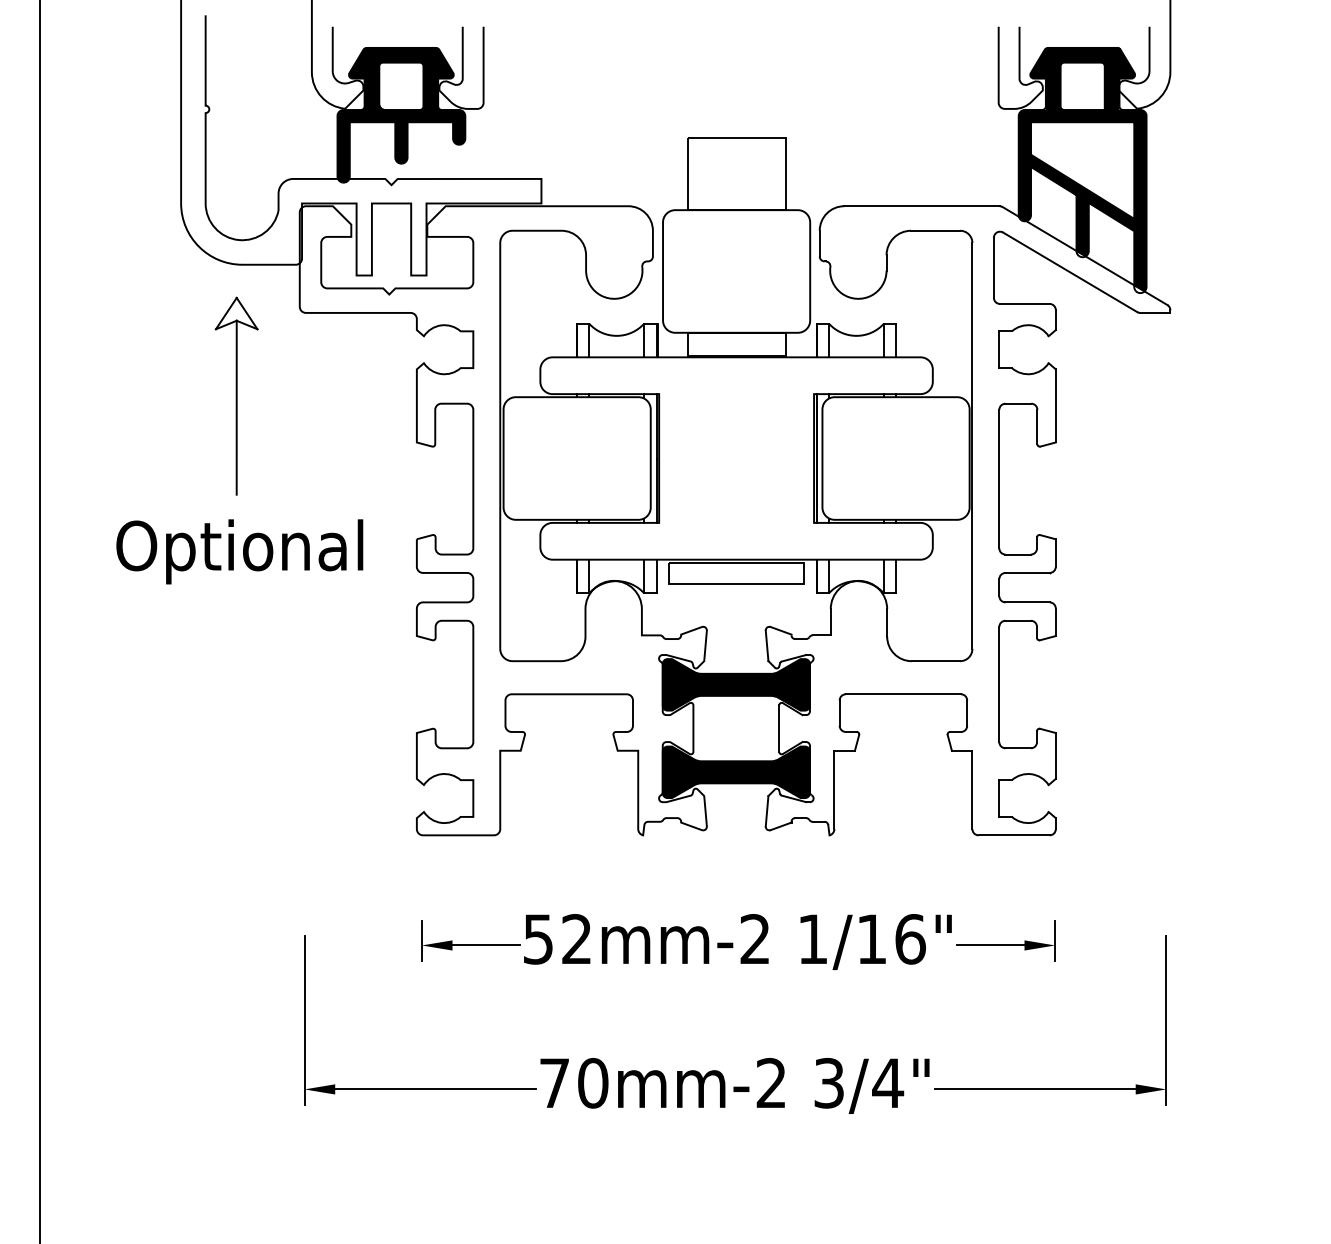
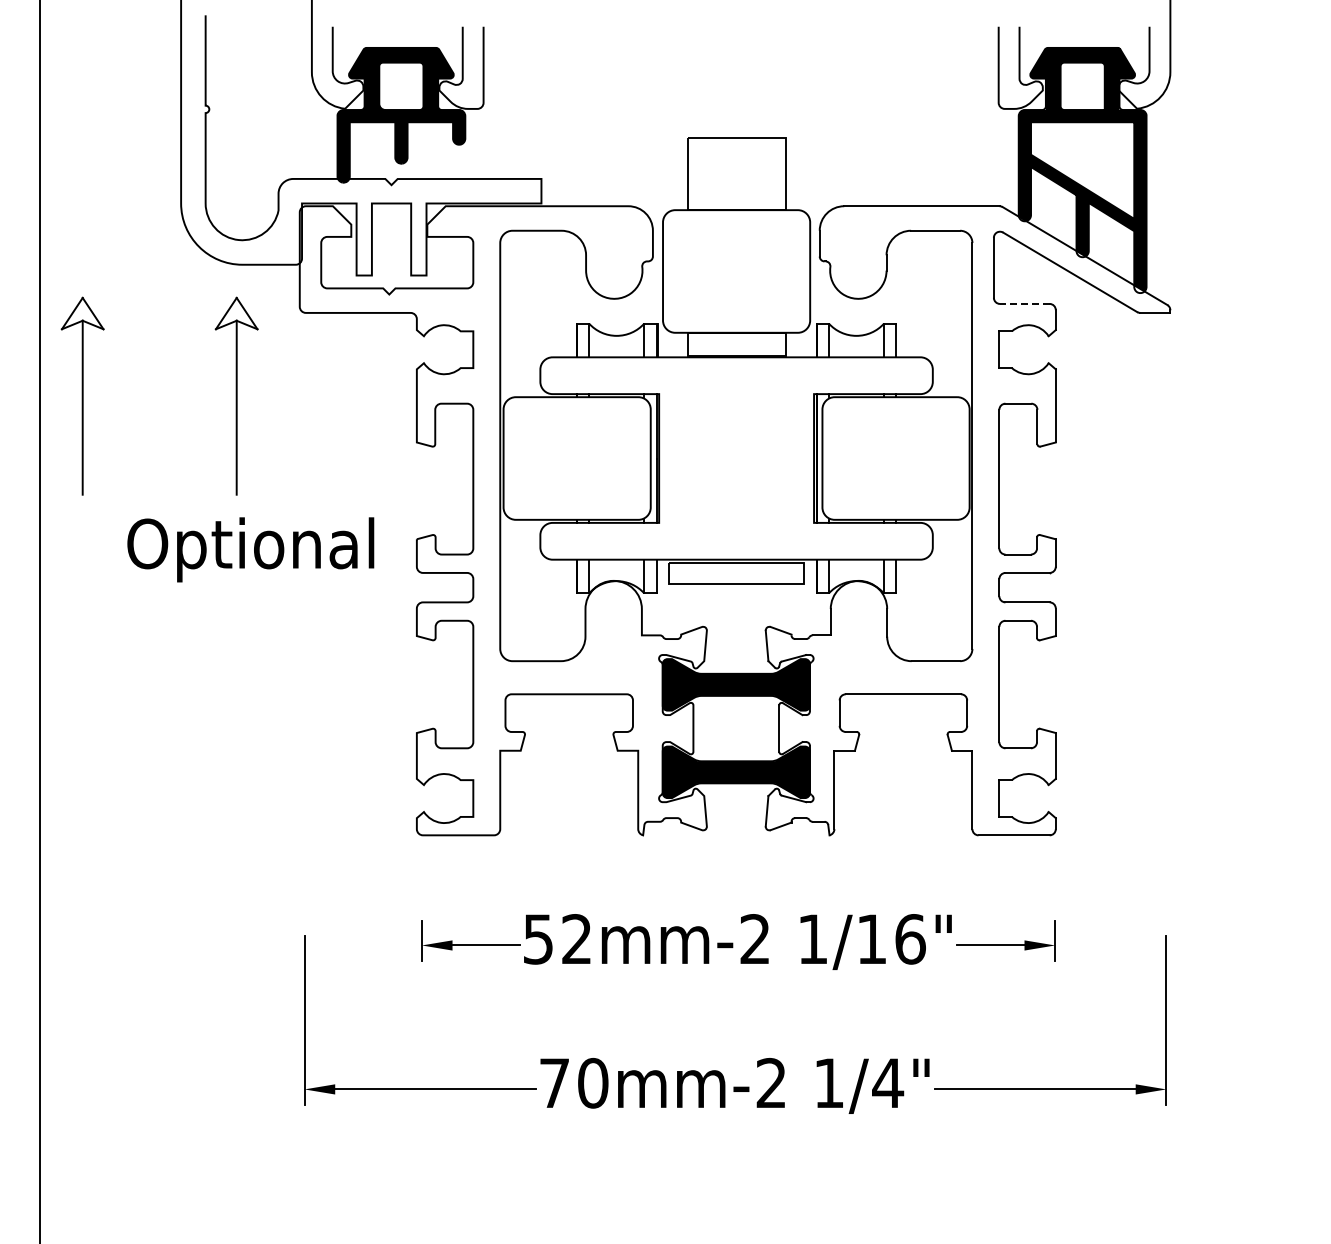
line at (1024, 303): solid -> dashed
part at (82, 395): none -> present
text at (239, 551) position: (239, 551) -> (250, 549)
text at (828, 1082): 3/4" -> 1/4"
